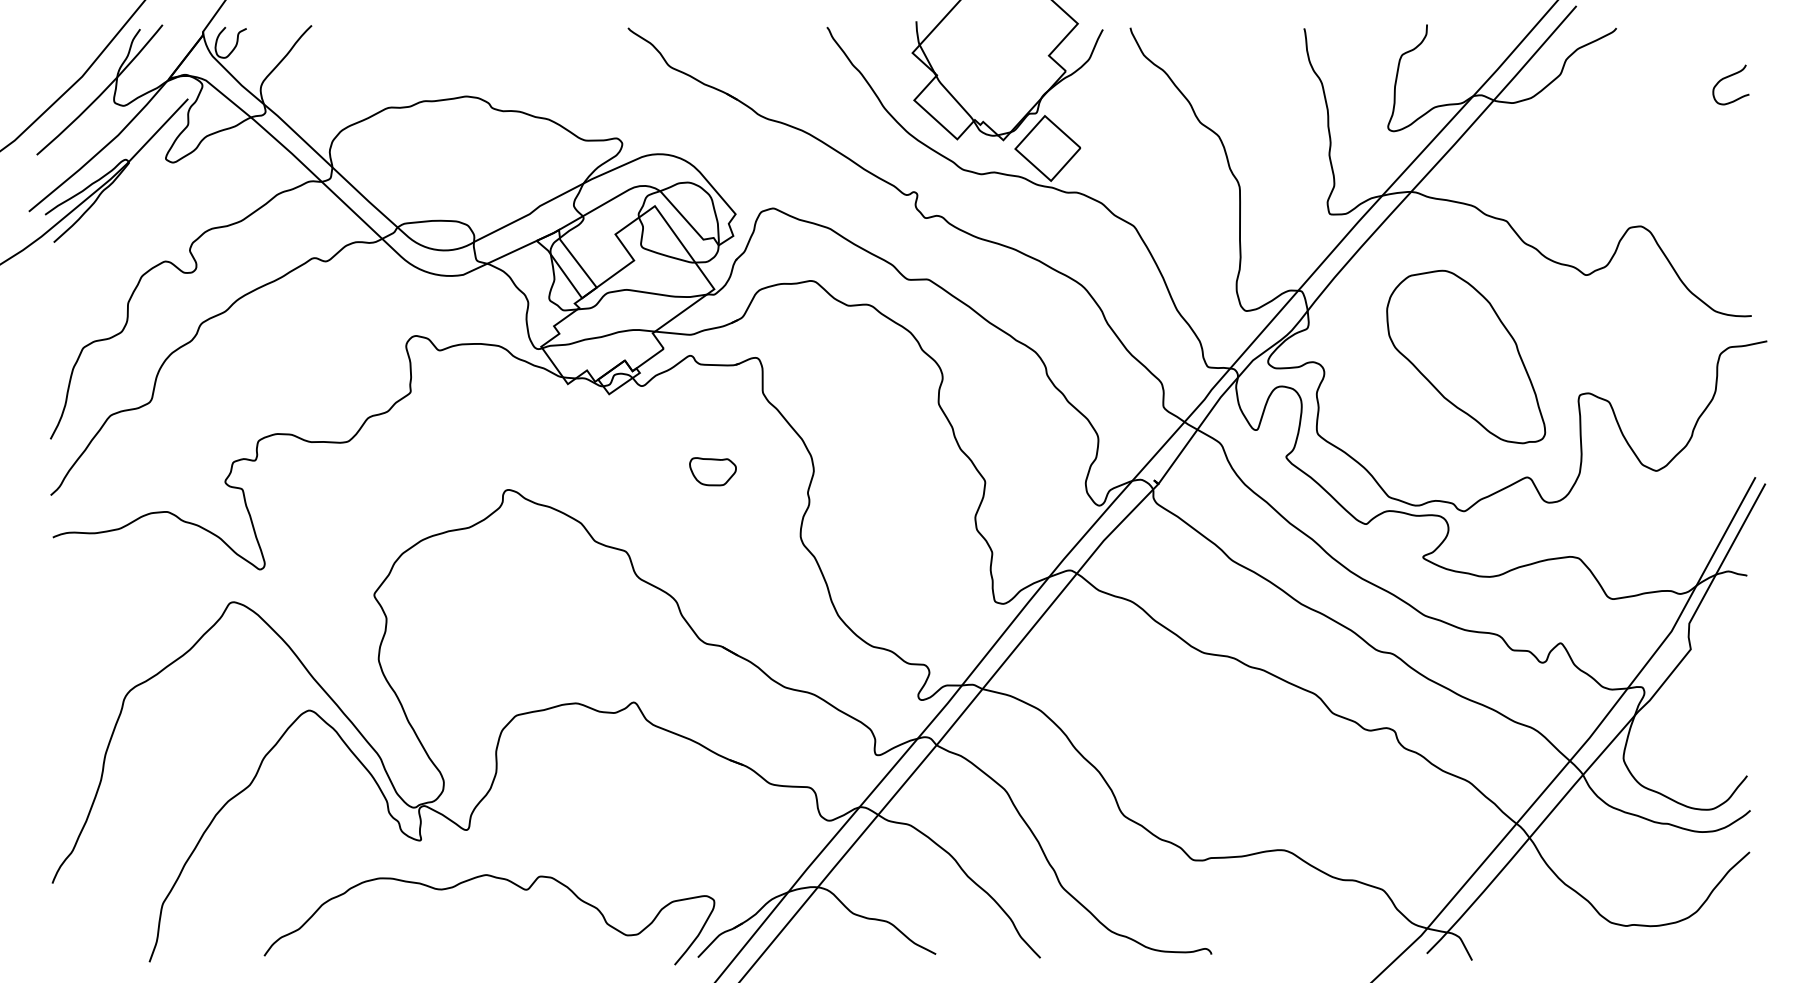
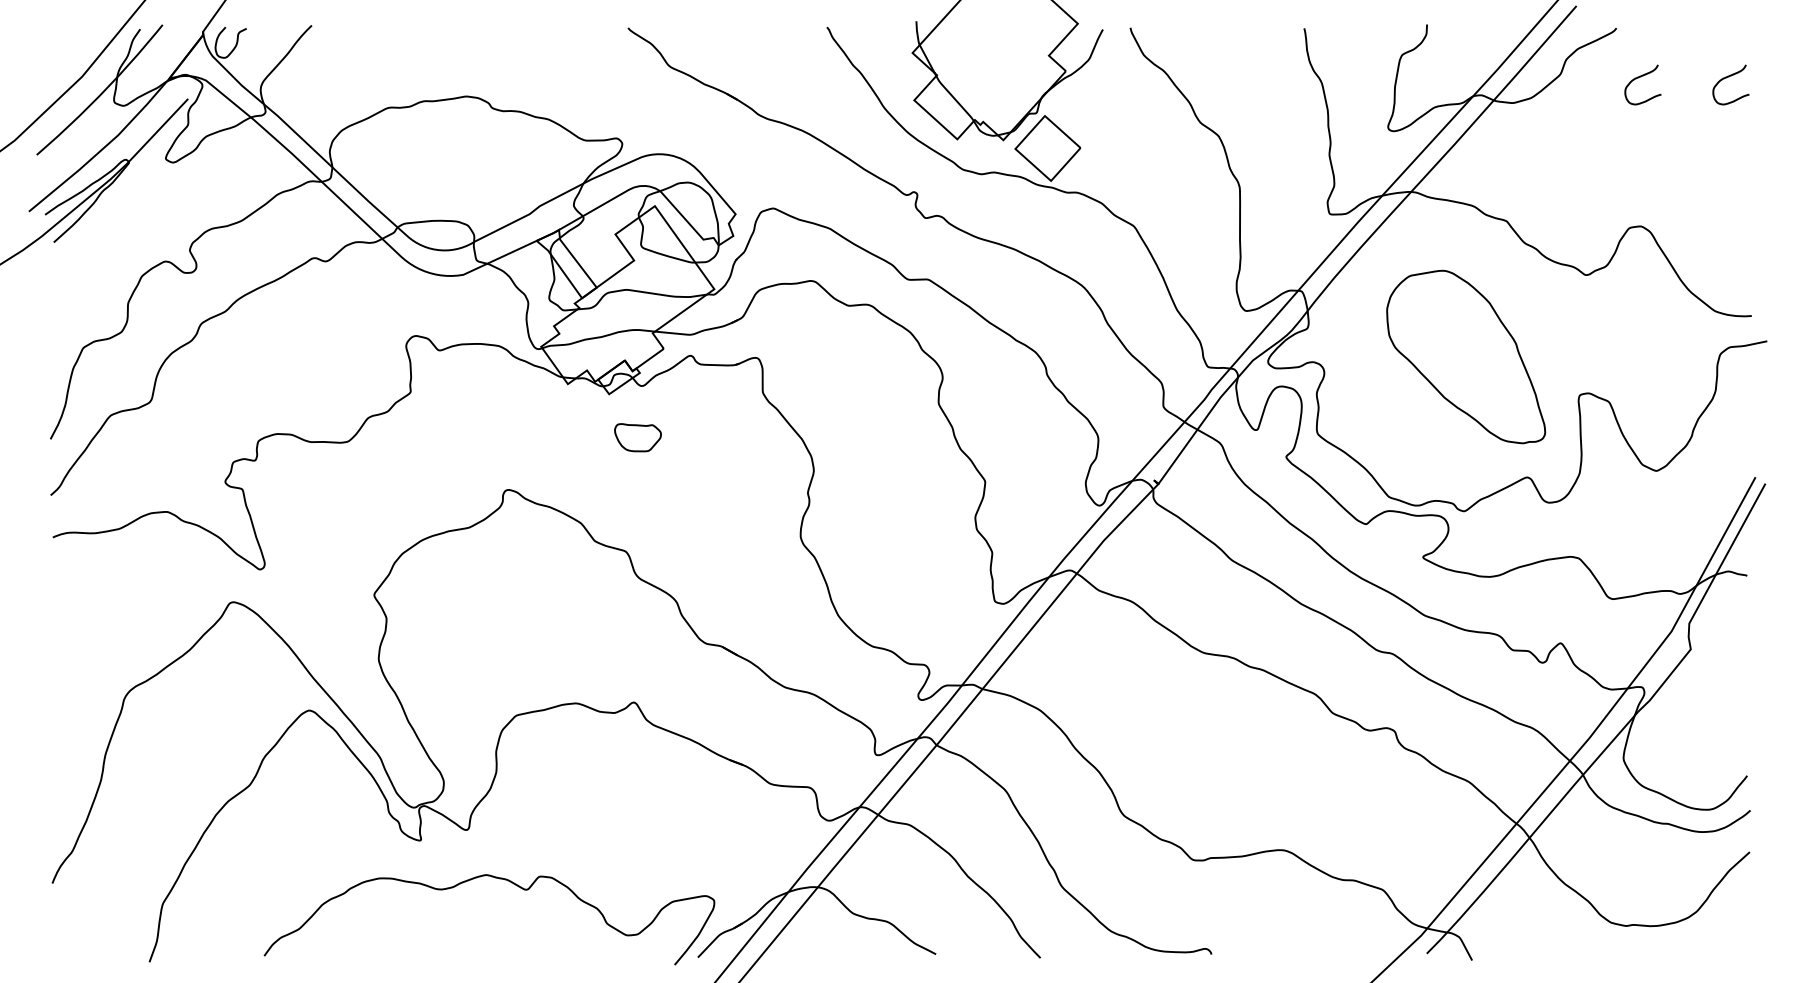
curve at (1641, 77): none -> present
part at (712, 471) position: (712, 471) -> (637, 437)
